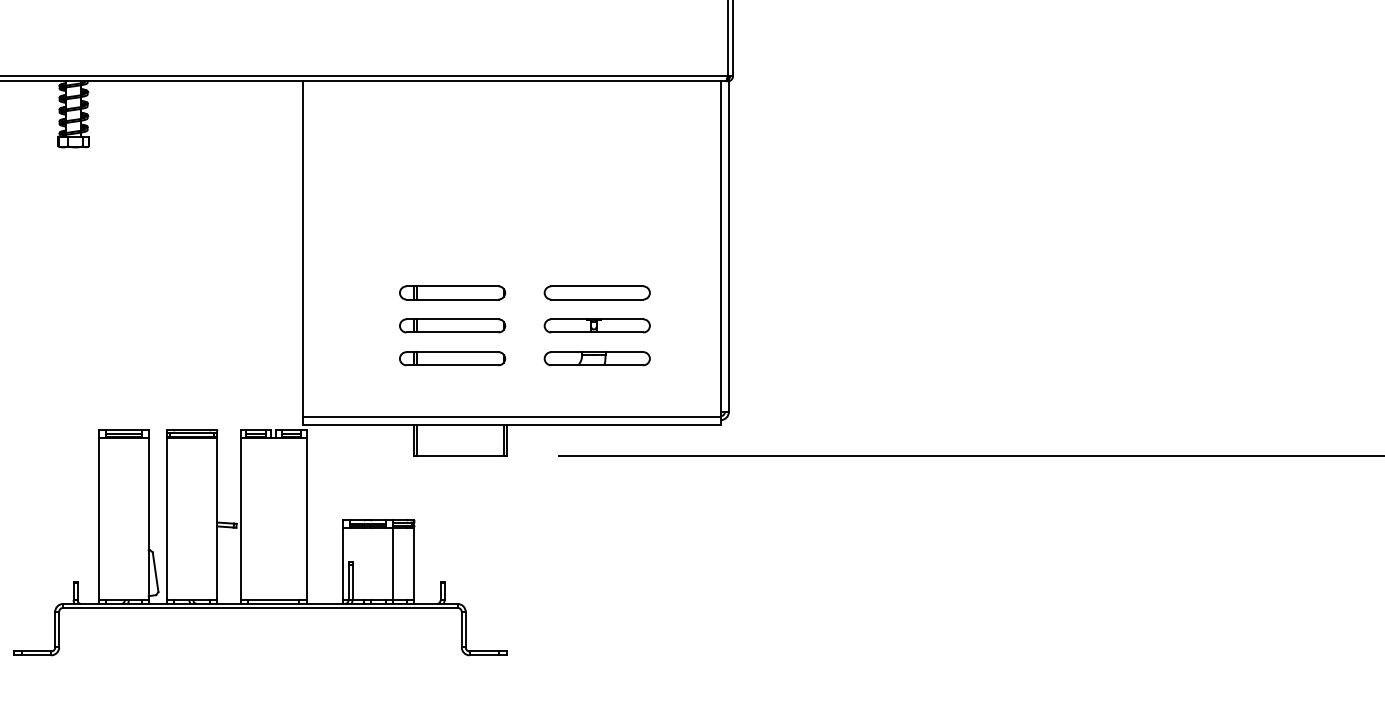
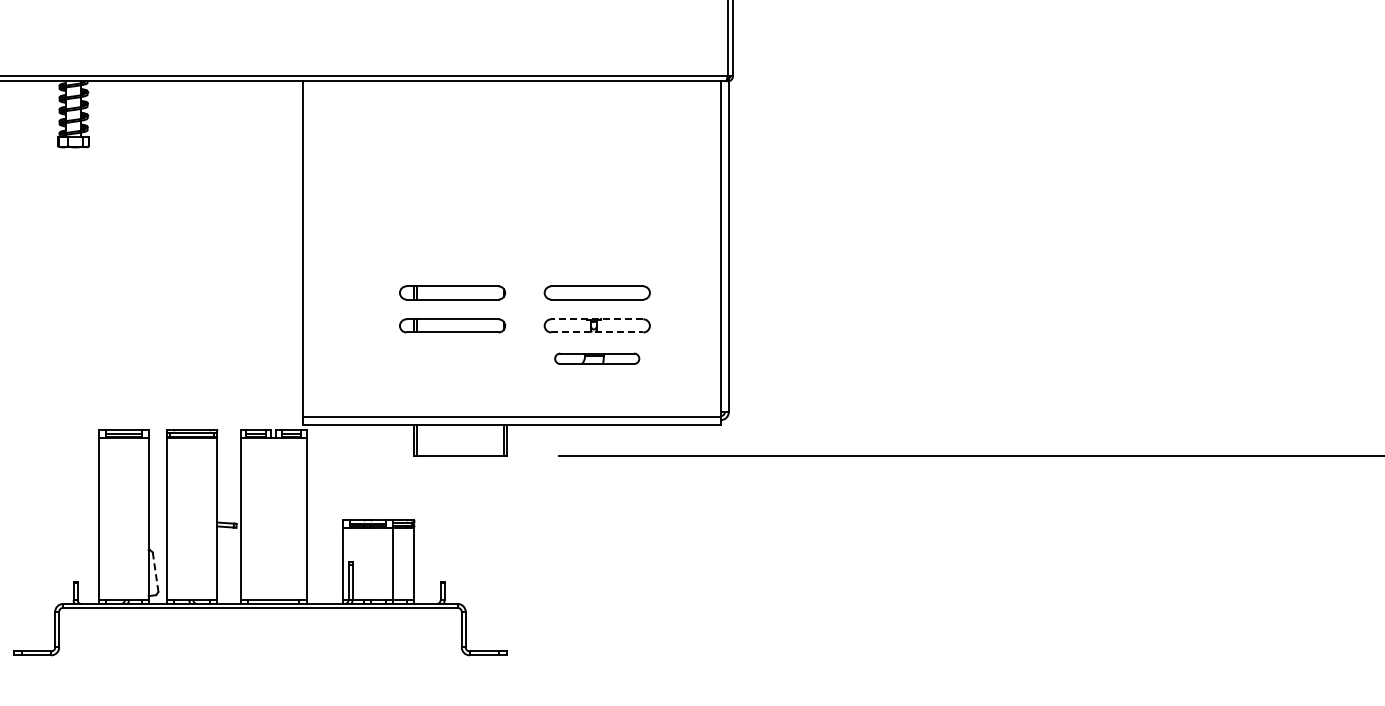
line at (596, 319): solid -> dashed
line at (597, 332): solid -> dashed
part at (452, 358): present -> none
part at (596, 358) size: 108x16 px -> 87x13 px
line at (155, 571): solid -> dashed
